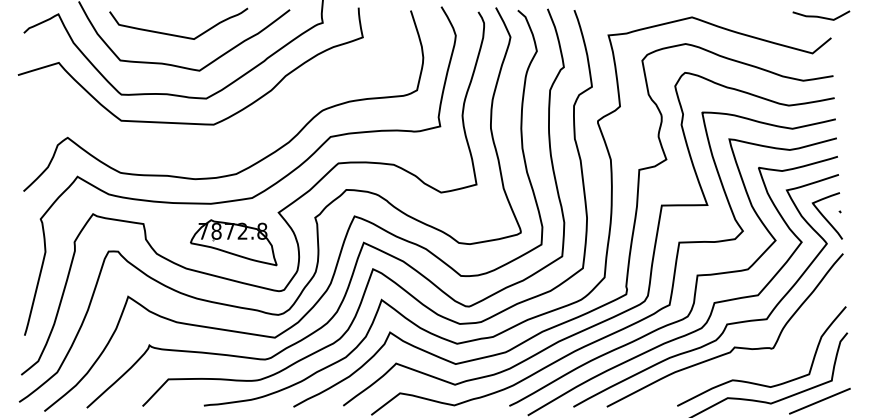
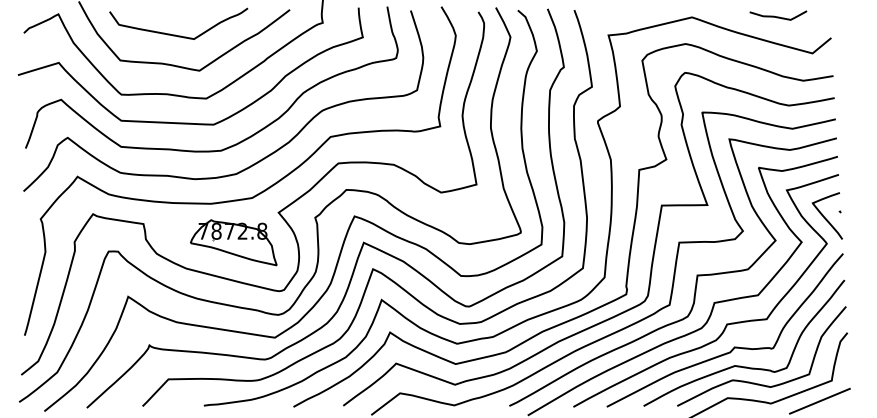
curve at (821, 16) position: (821, 16) -> (778, 16)
curve at (248, 136): none -> present
curve at (740, 365): none -> present
